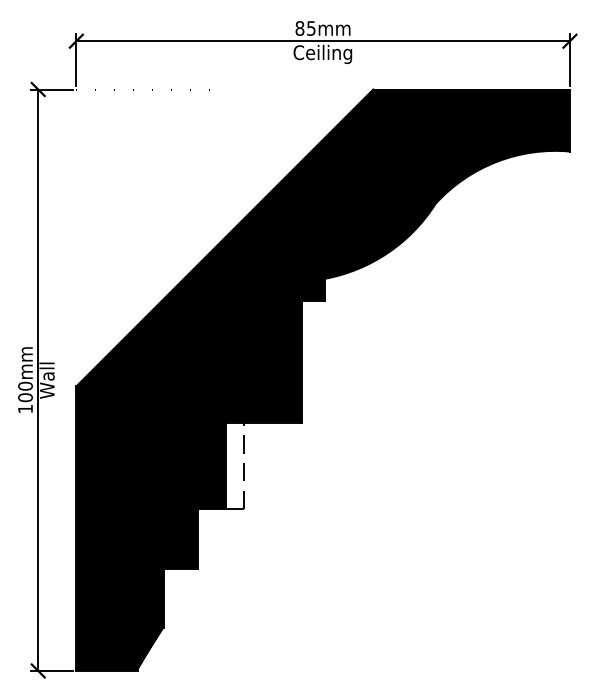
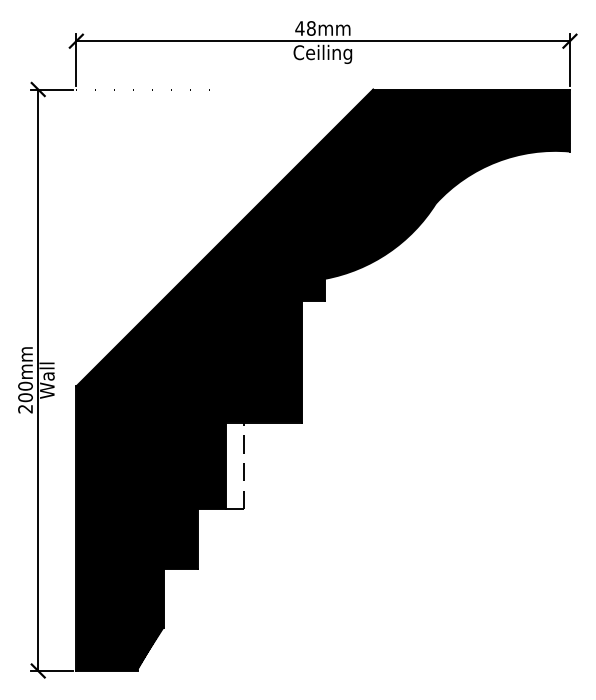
text at (305, 28): 85mm -> 48mm
text at (25, 409): 100mm -> 200mm
